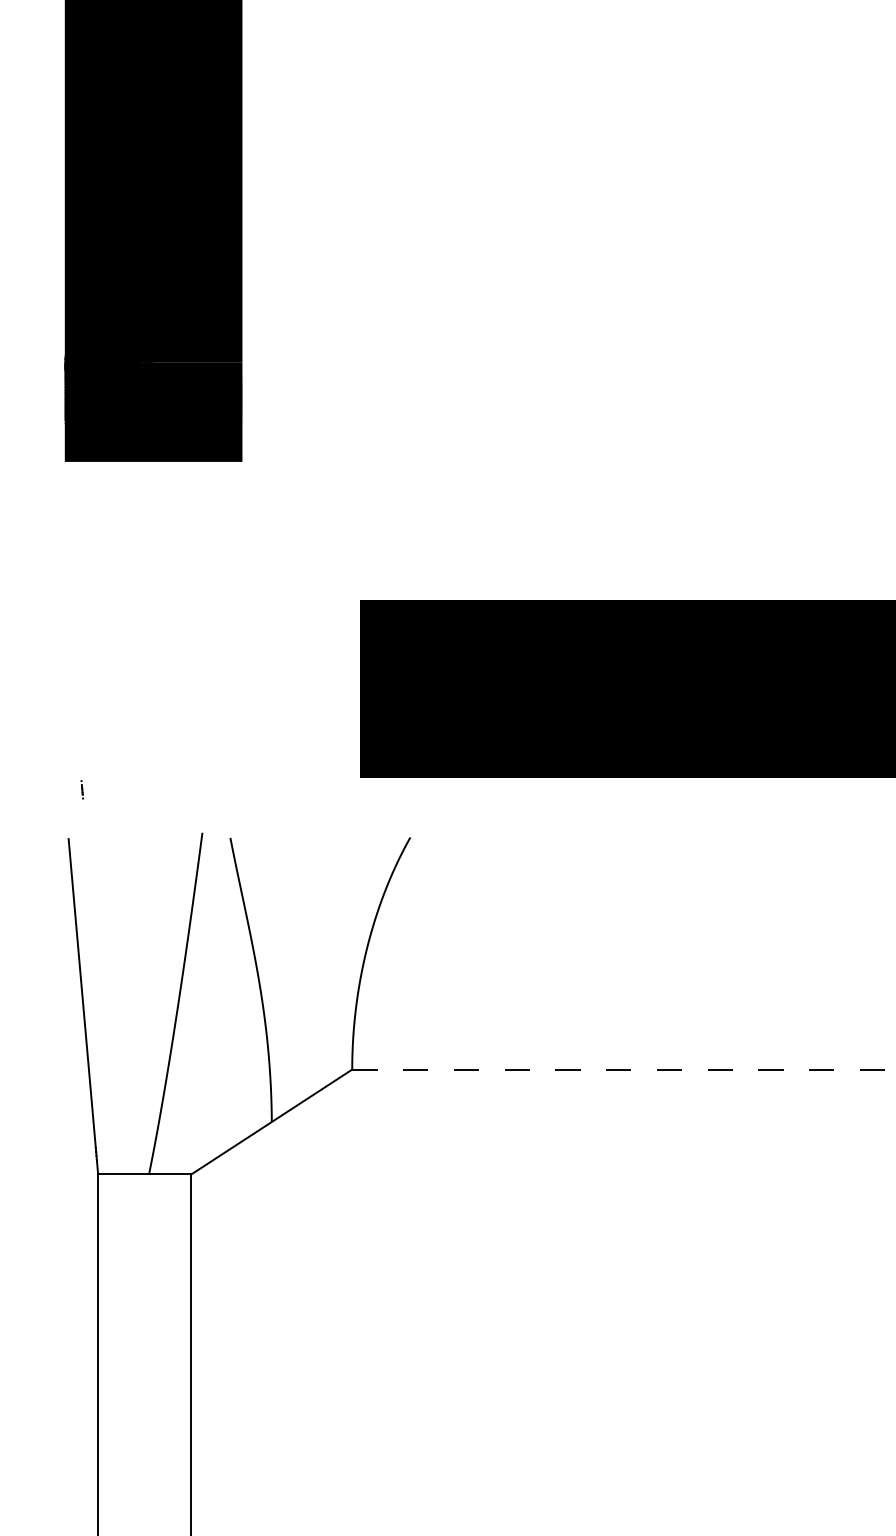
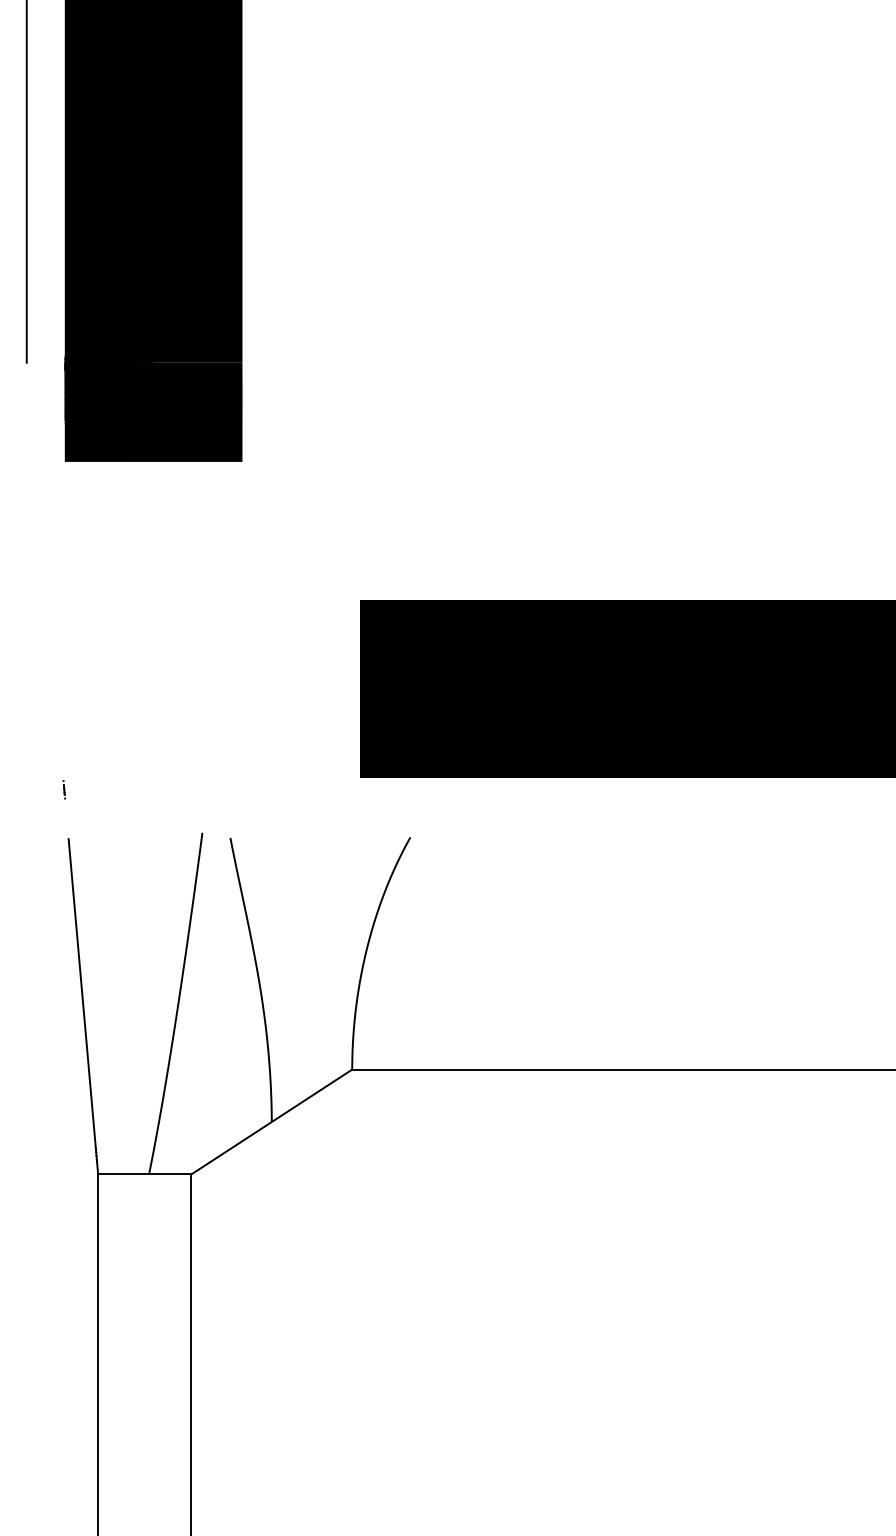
line at (26, 182): none -> present
line at (81, 789) position: (81, 789) -> (63, 789)
line at (624, 1069): dashed -> solid
